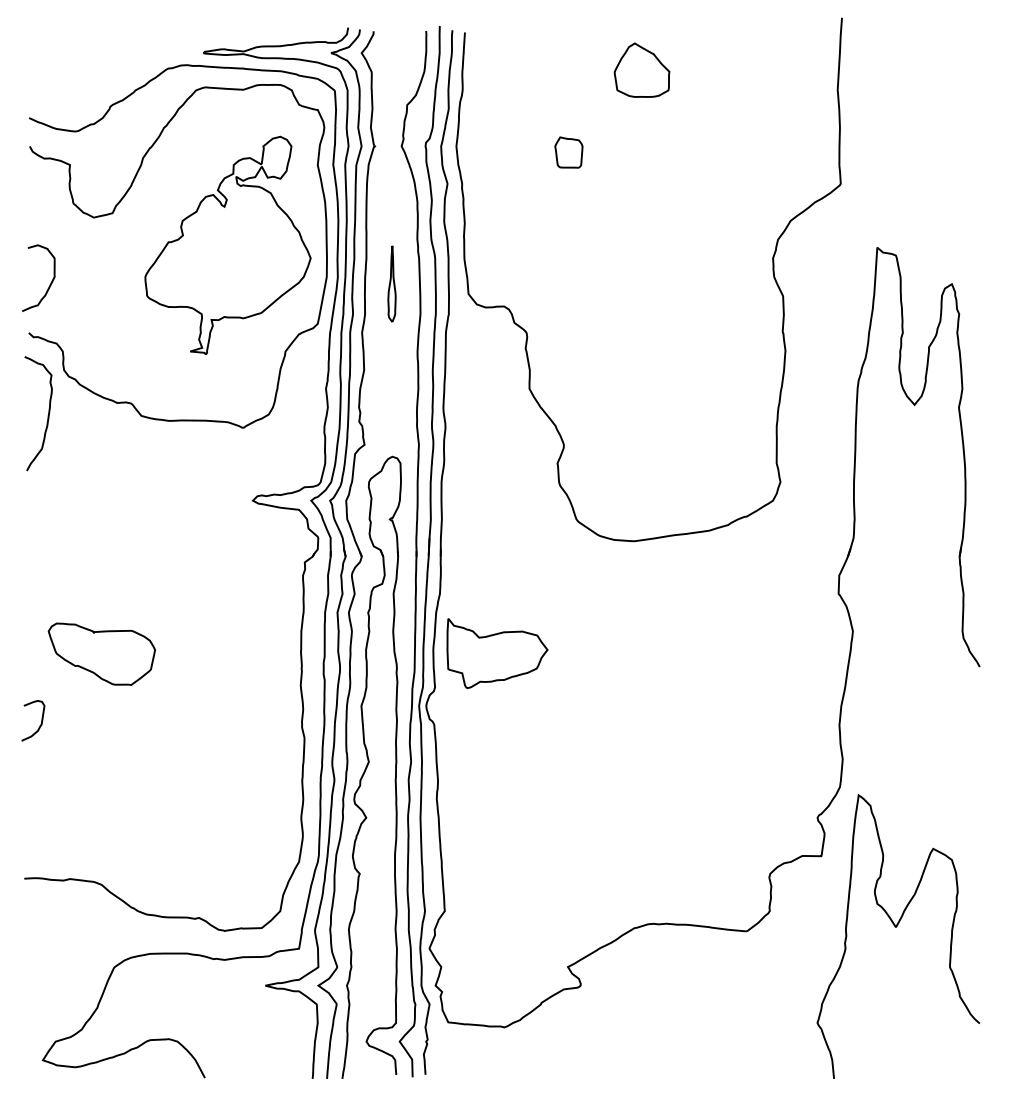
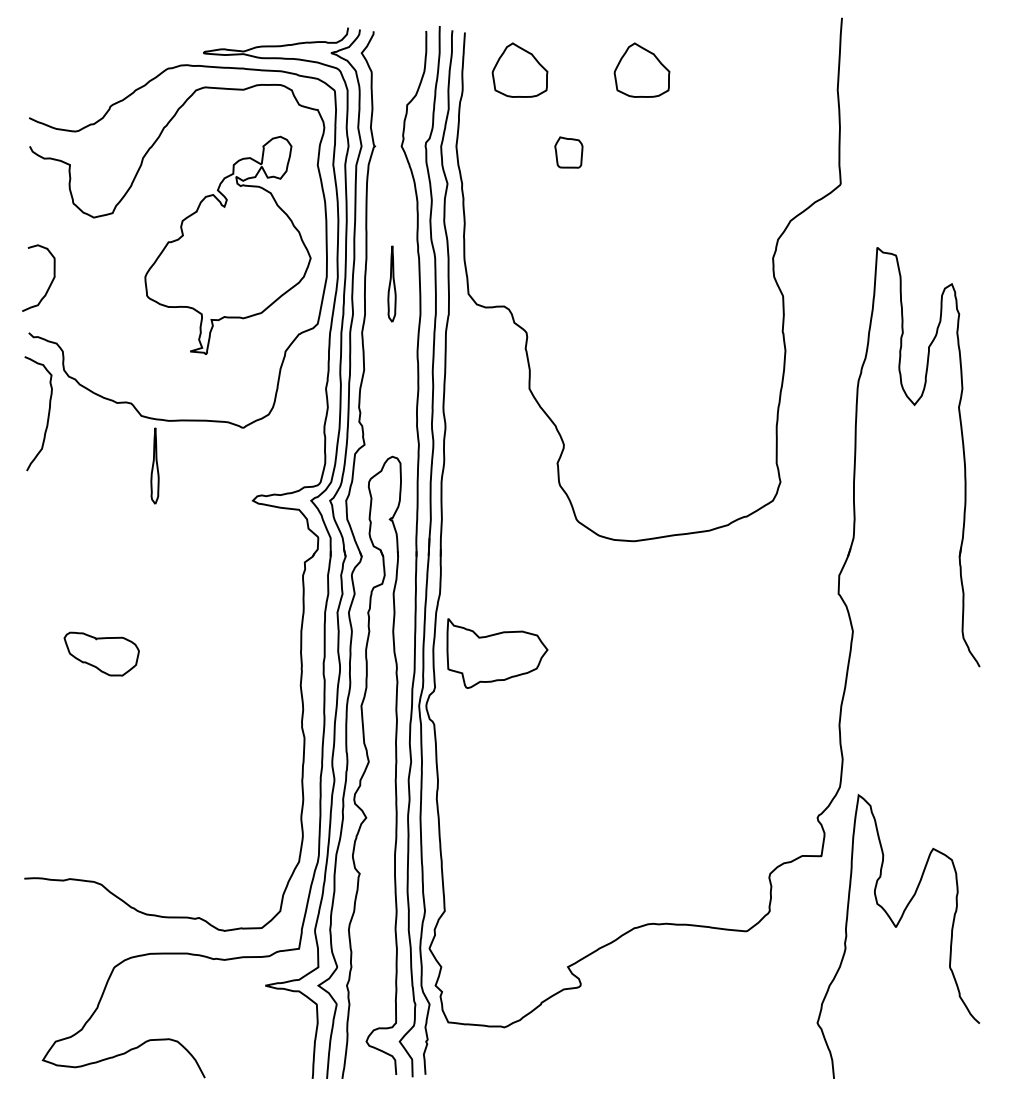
part at (519, 69): none -> present
part at (154, 465): none -> present
part at (101, 653) size: 109x64 px -> 77x46 px
curve at (40, 723): present -> none
